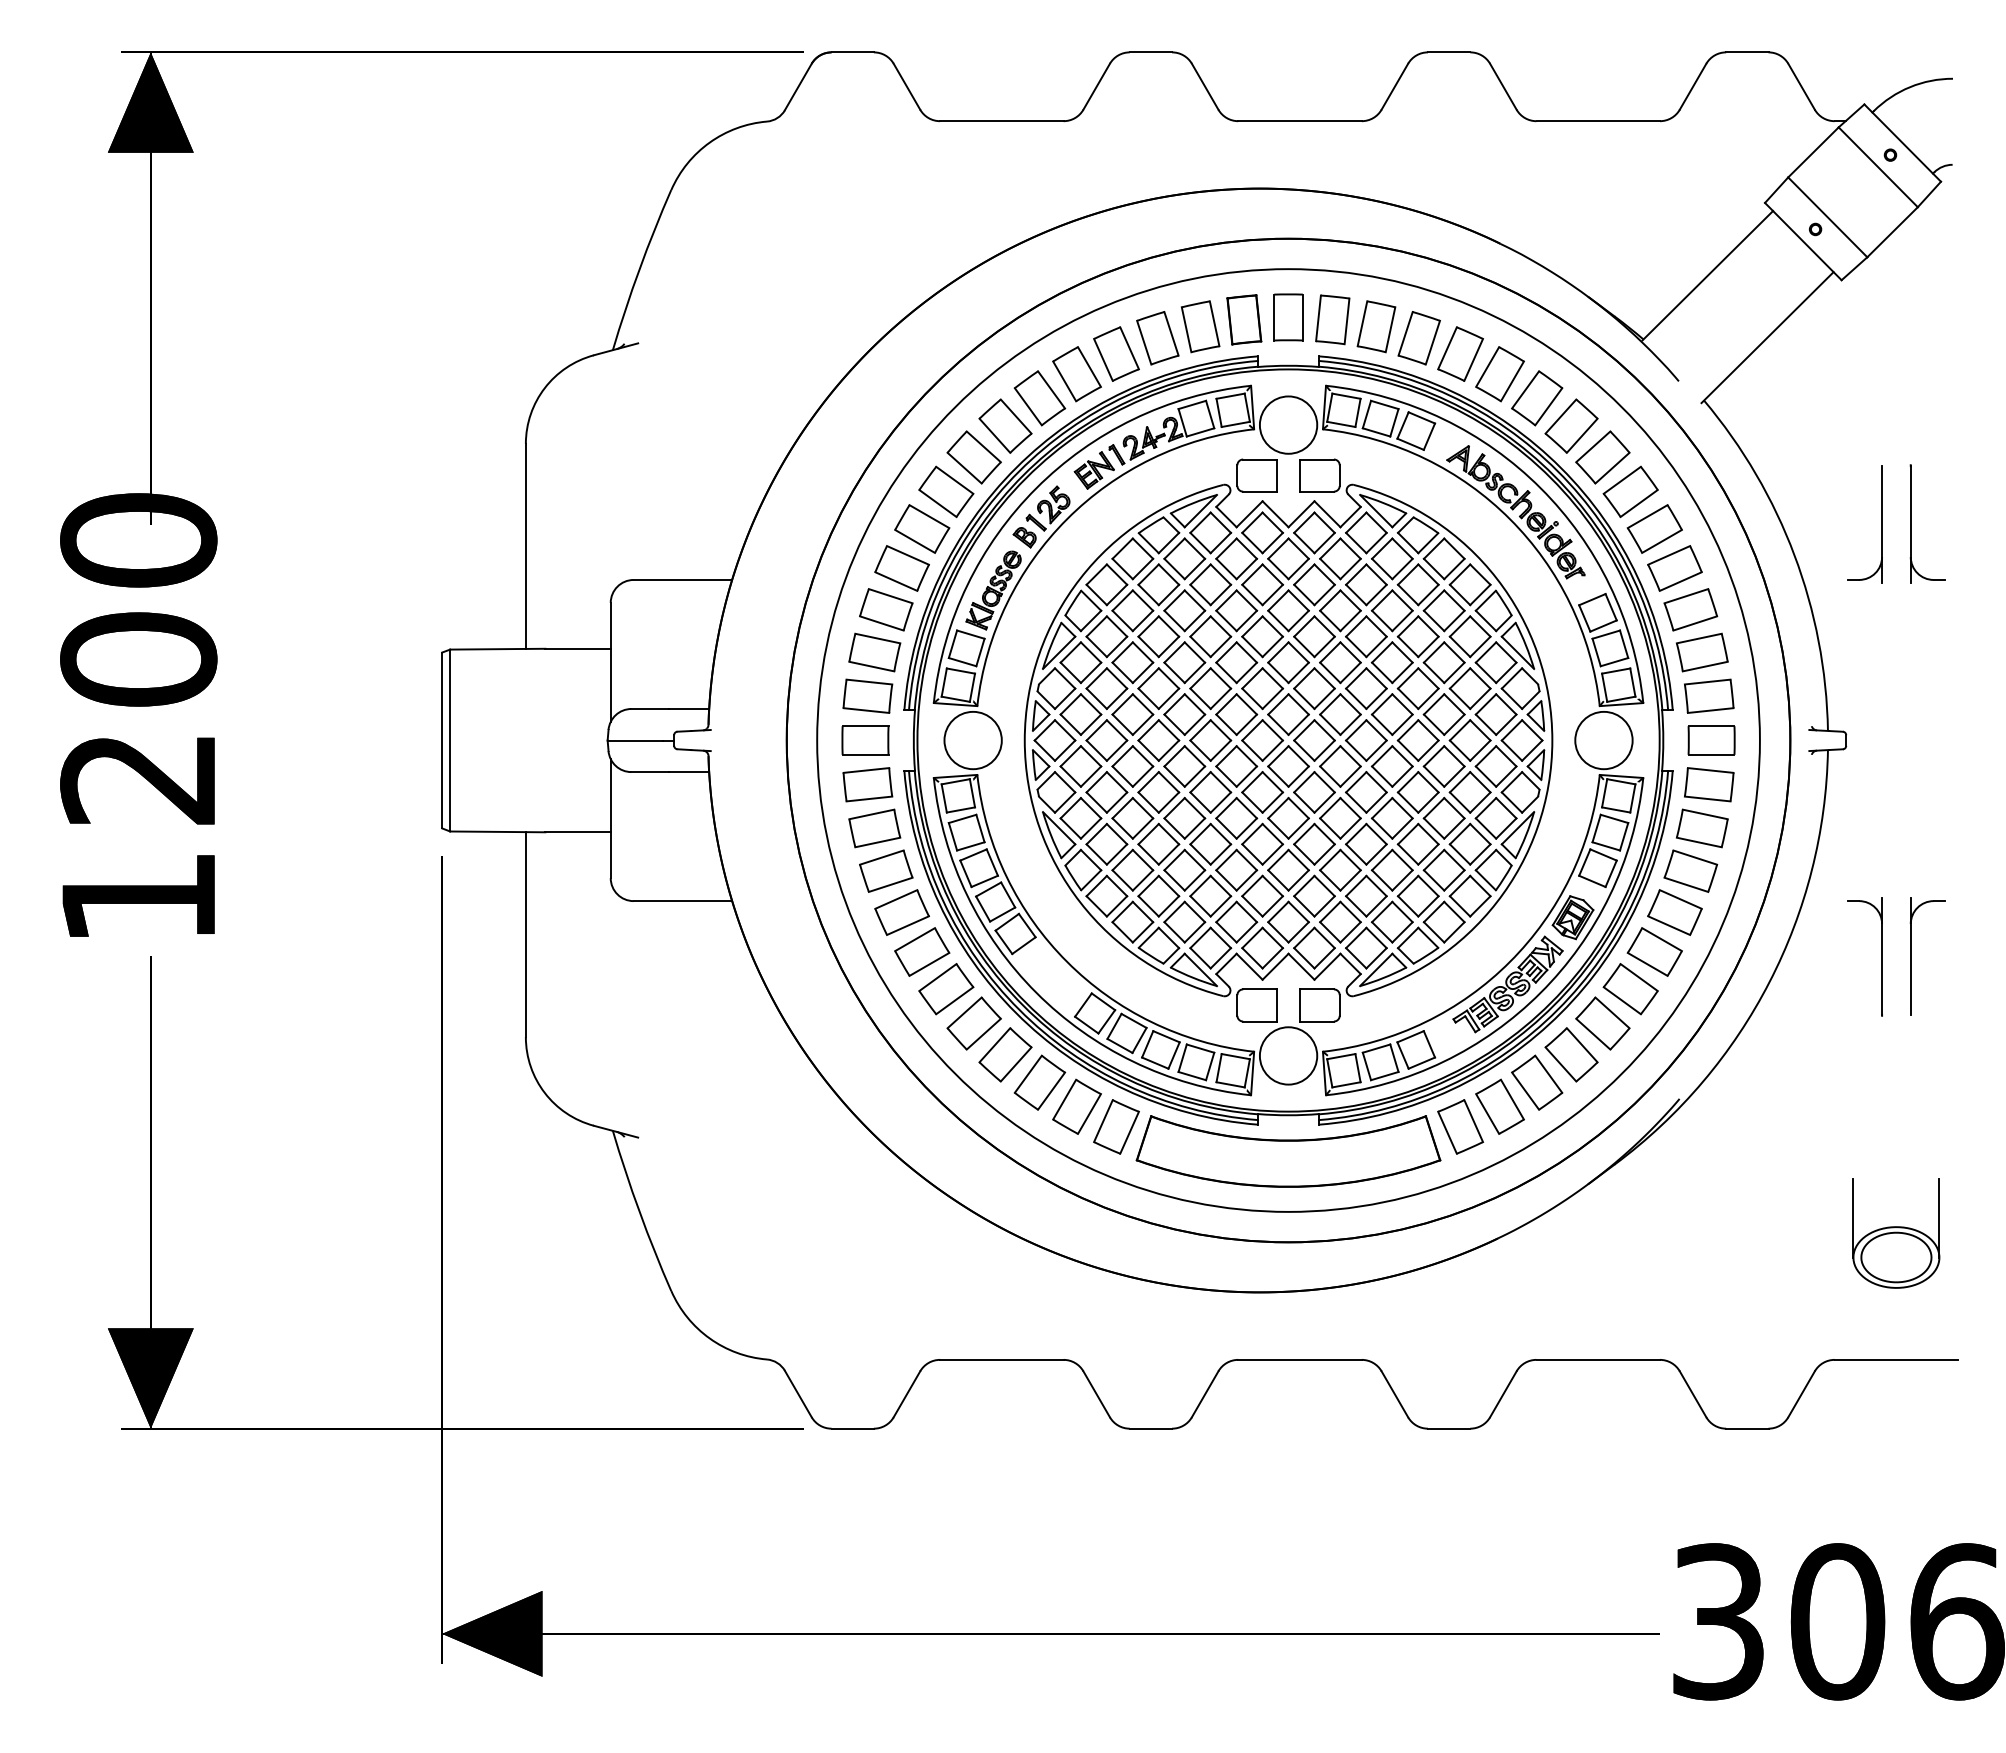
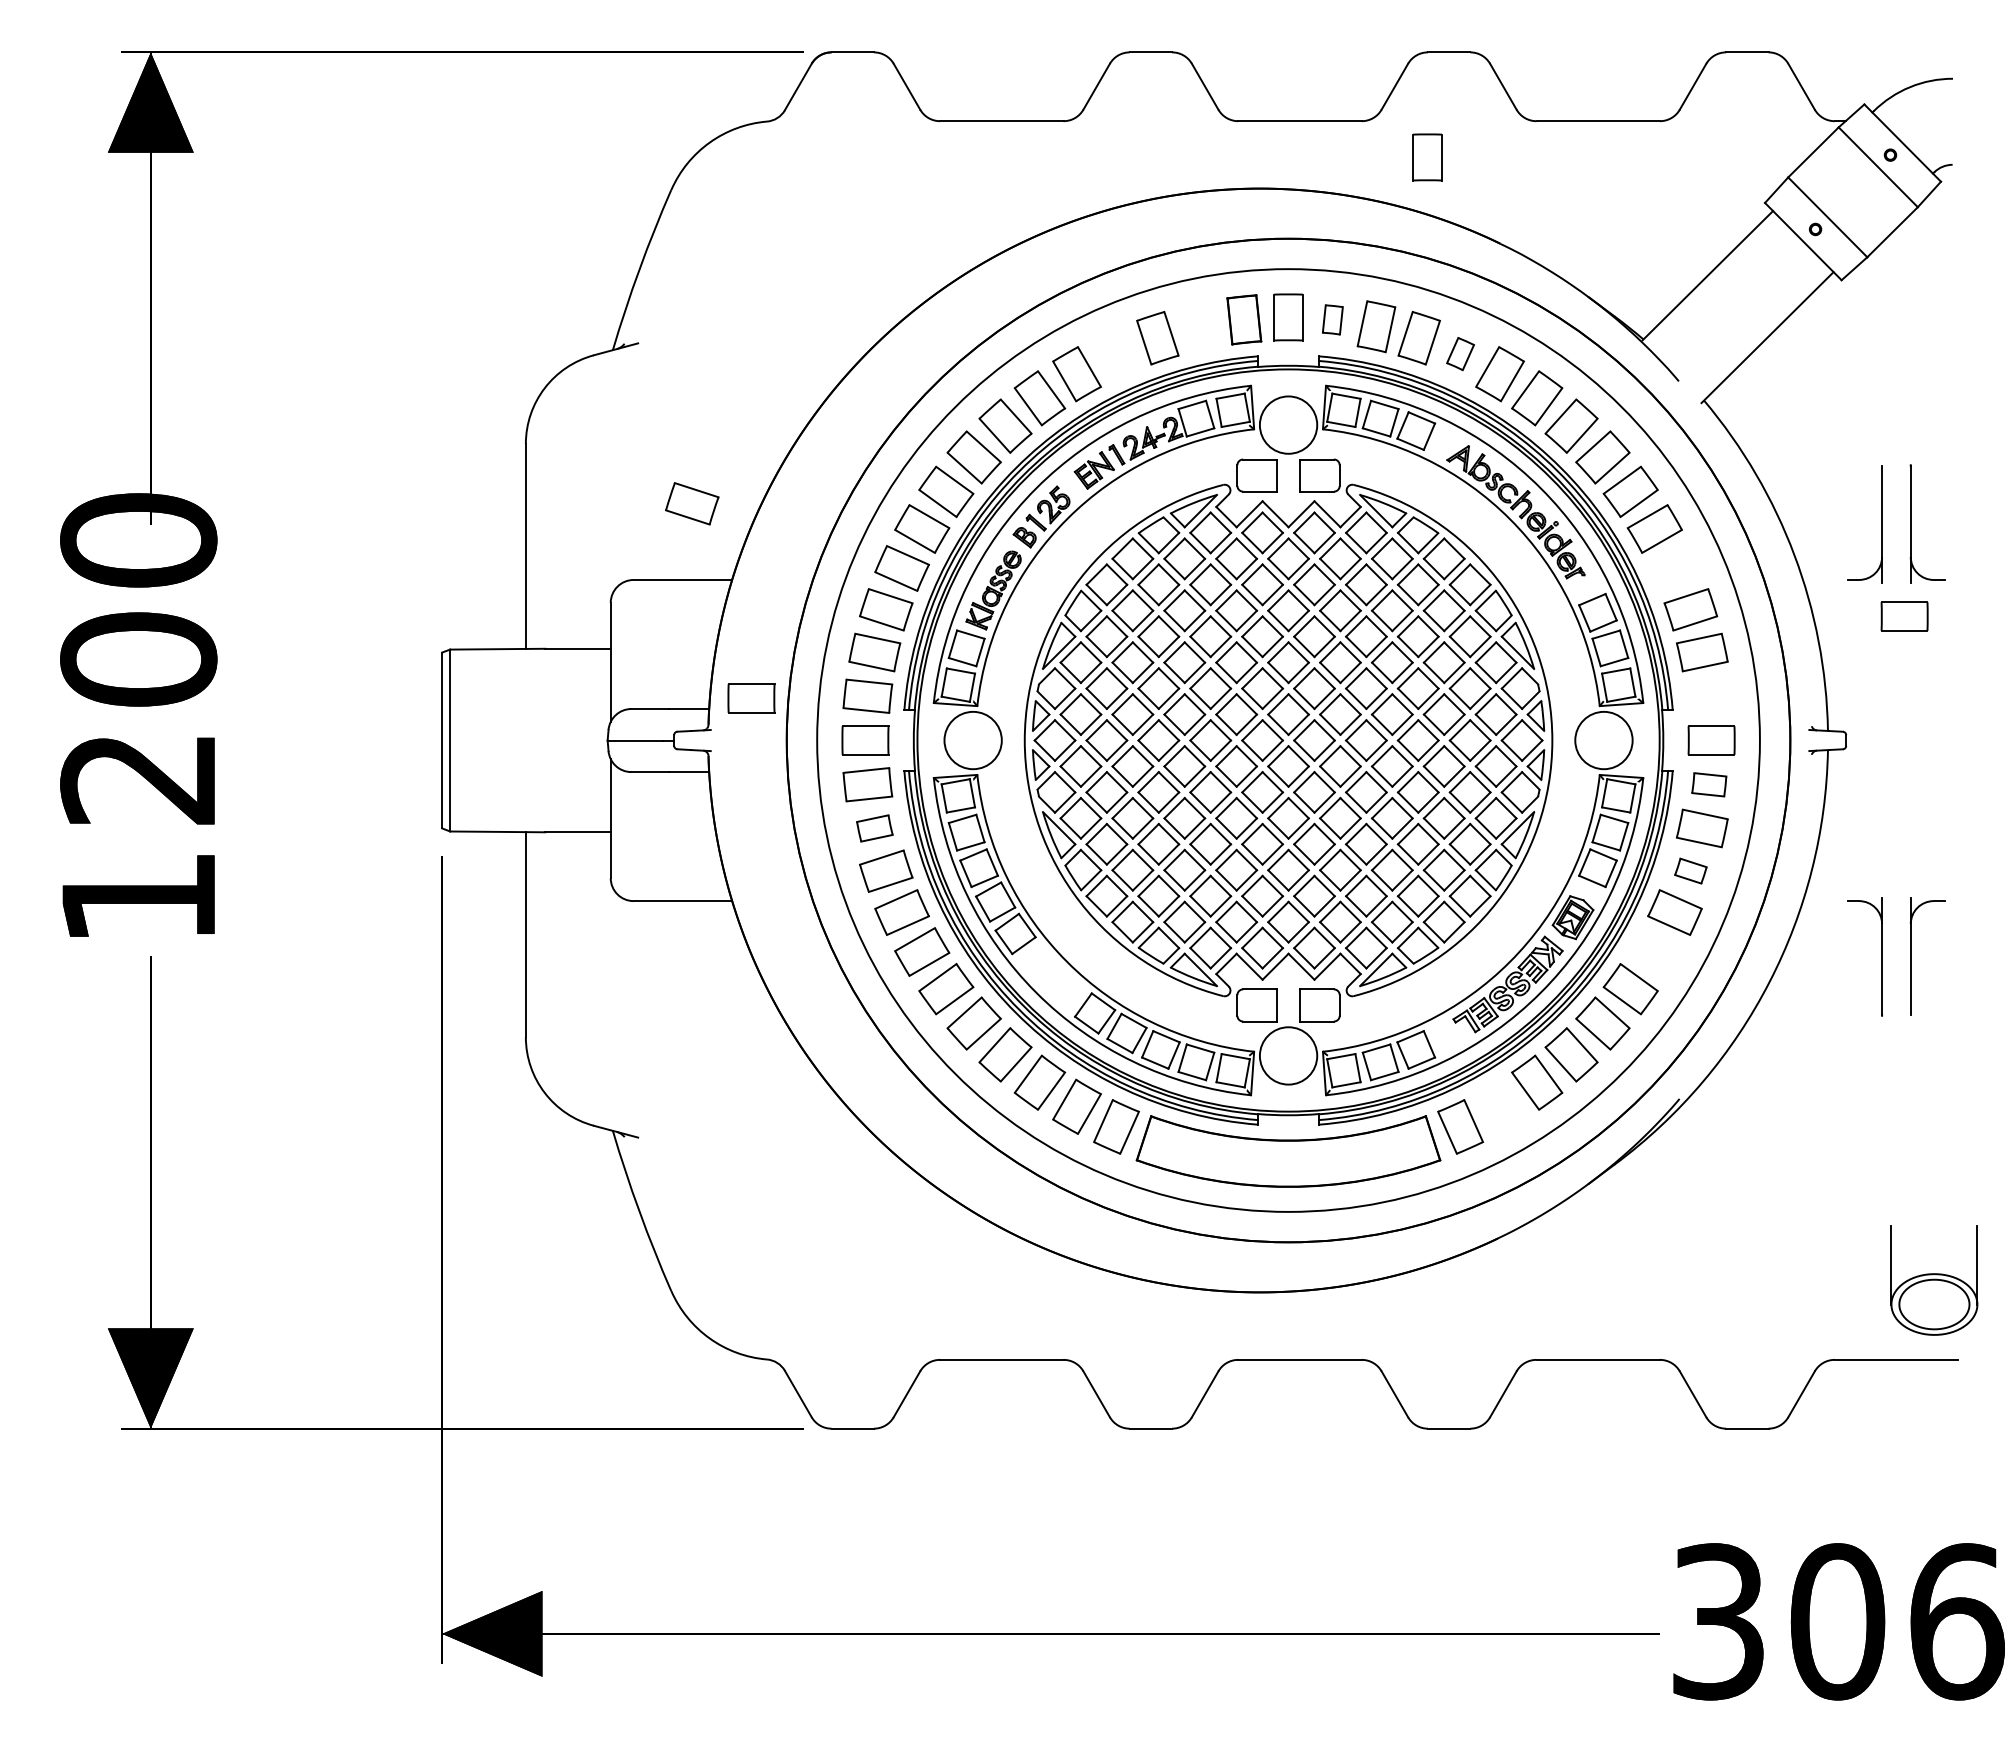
part at (1427, 157): none -> present
part at (1332, 319) size: 36x52 px -> 22x32 px
part at (1200, 326): present -> none
part at (1116, 353): present -> none
part at (1460, 353) size: 47x56 px -> 29x35 px
part at (692, 503): none -> present
part at (1674, 568): present -> none
part at (1904, 616): none -> present
part at (1709, 695): present -> none
part at (751, 698): none -> present
part at (1709, 784) size: 51x36 px -> 37x26 px
part at (874, 828) size: 54x41 px -> 38x29 px
part at (1690, 870) size: 56x44 px -> 34x28 px
part at (1654, 951): present -> none
part at (1499, 1106): present -> none
part at (1896, 1233) position: (1896, 1233) -> (1934, 1280)
